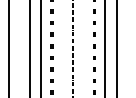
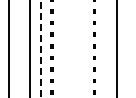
line at (73, 48): present -> none
line at (104, 48): present -> none
line at (41, 49): solid -> dashed
